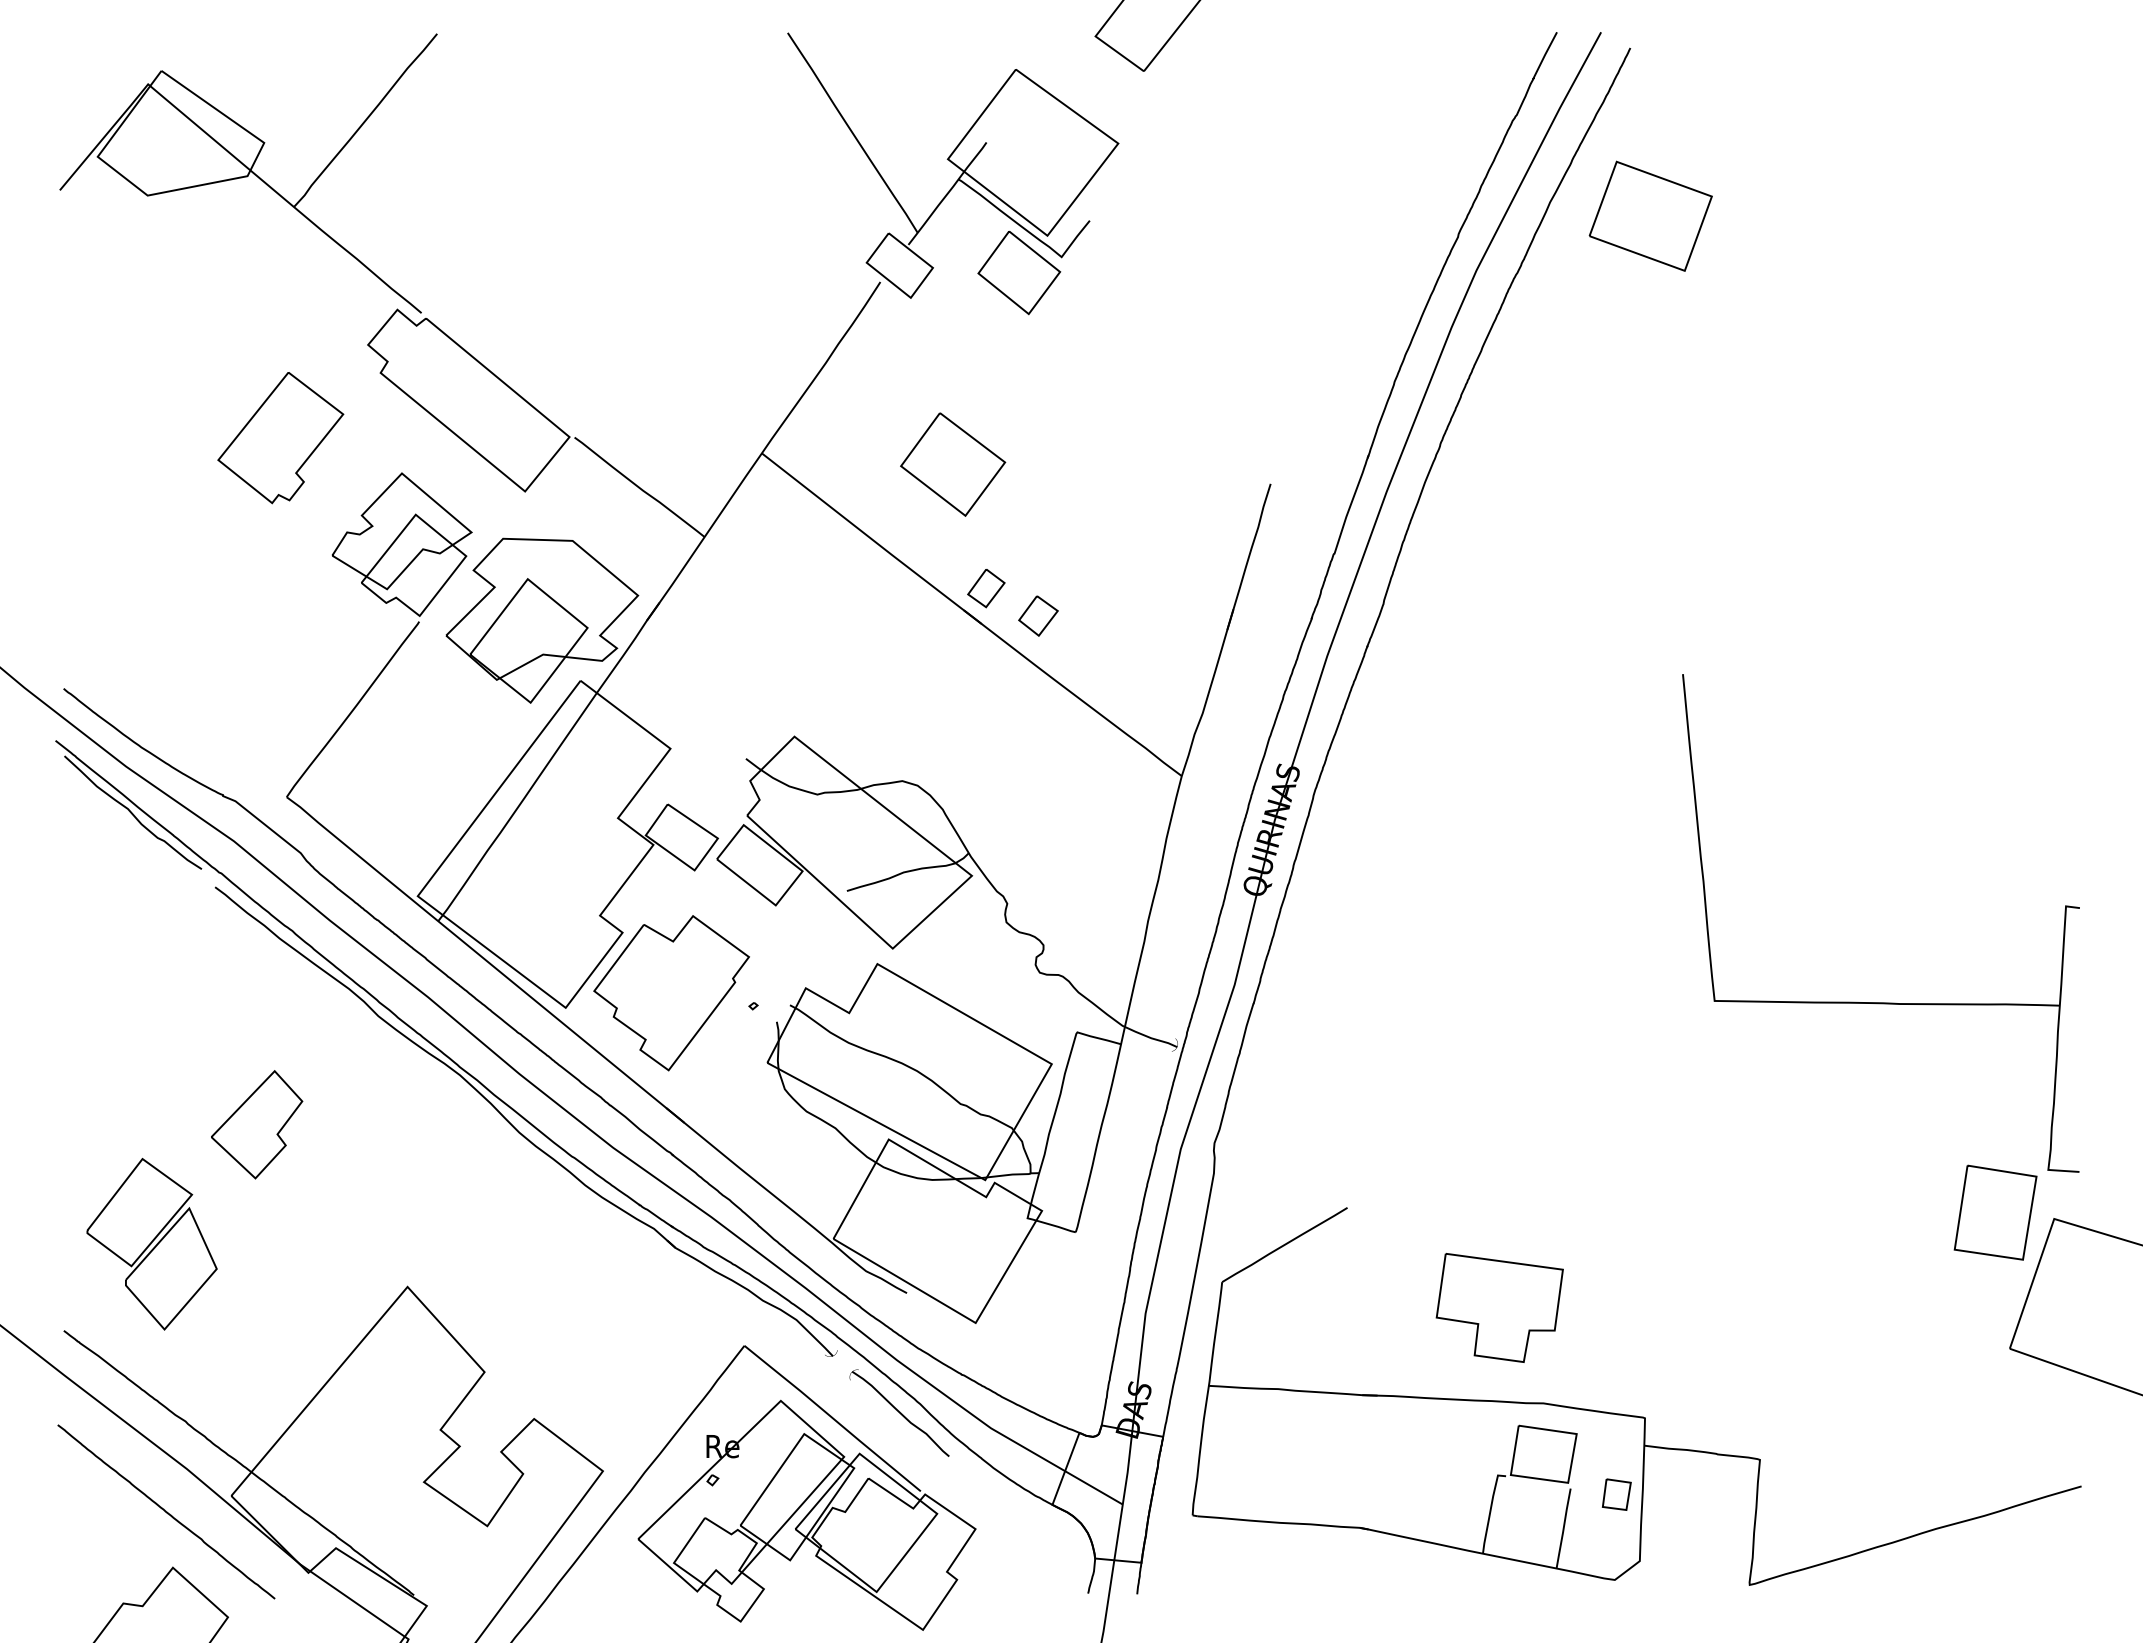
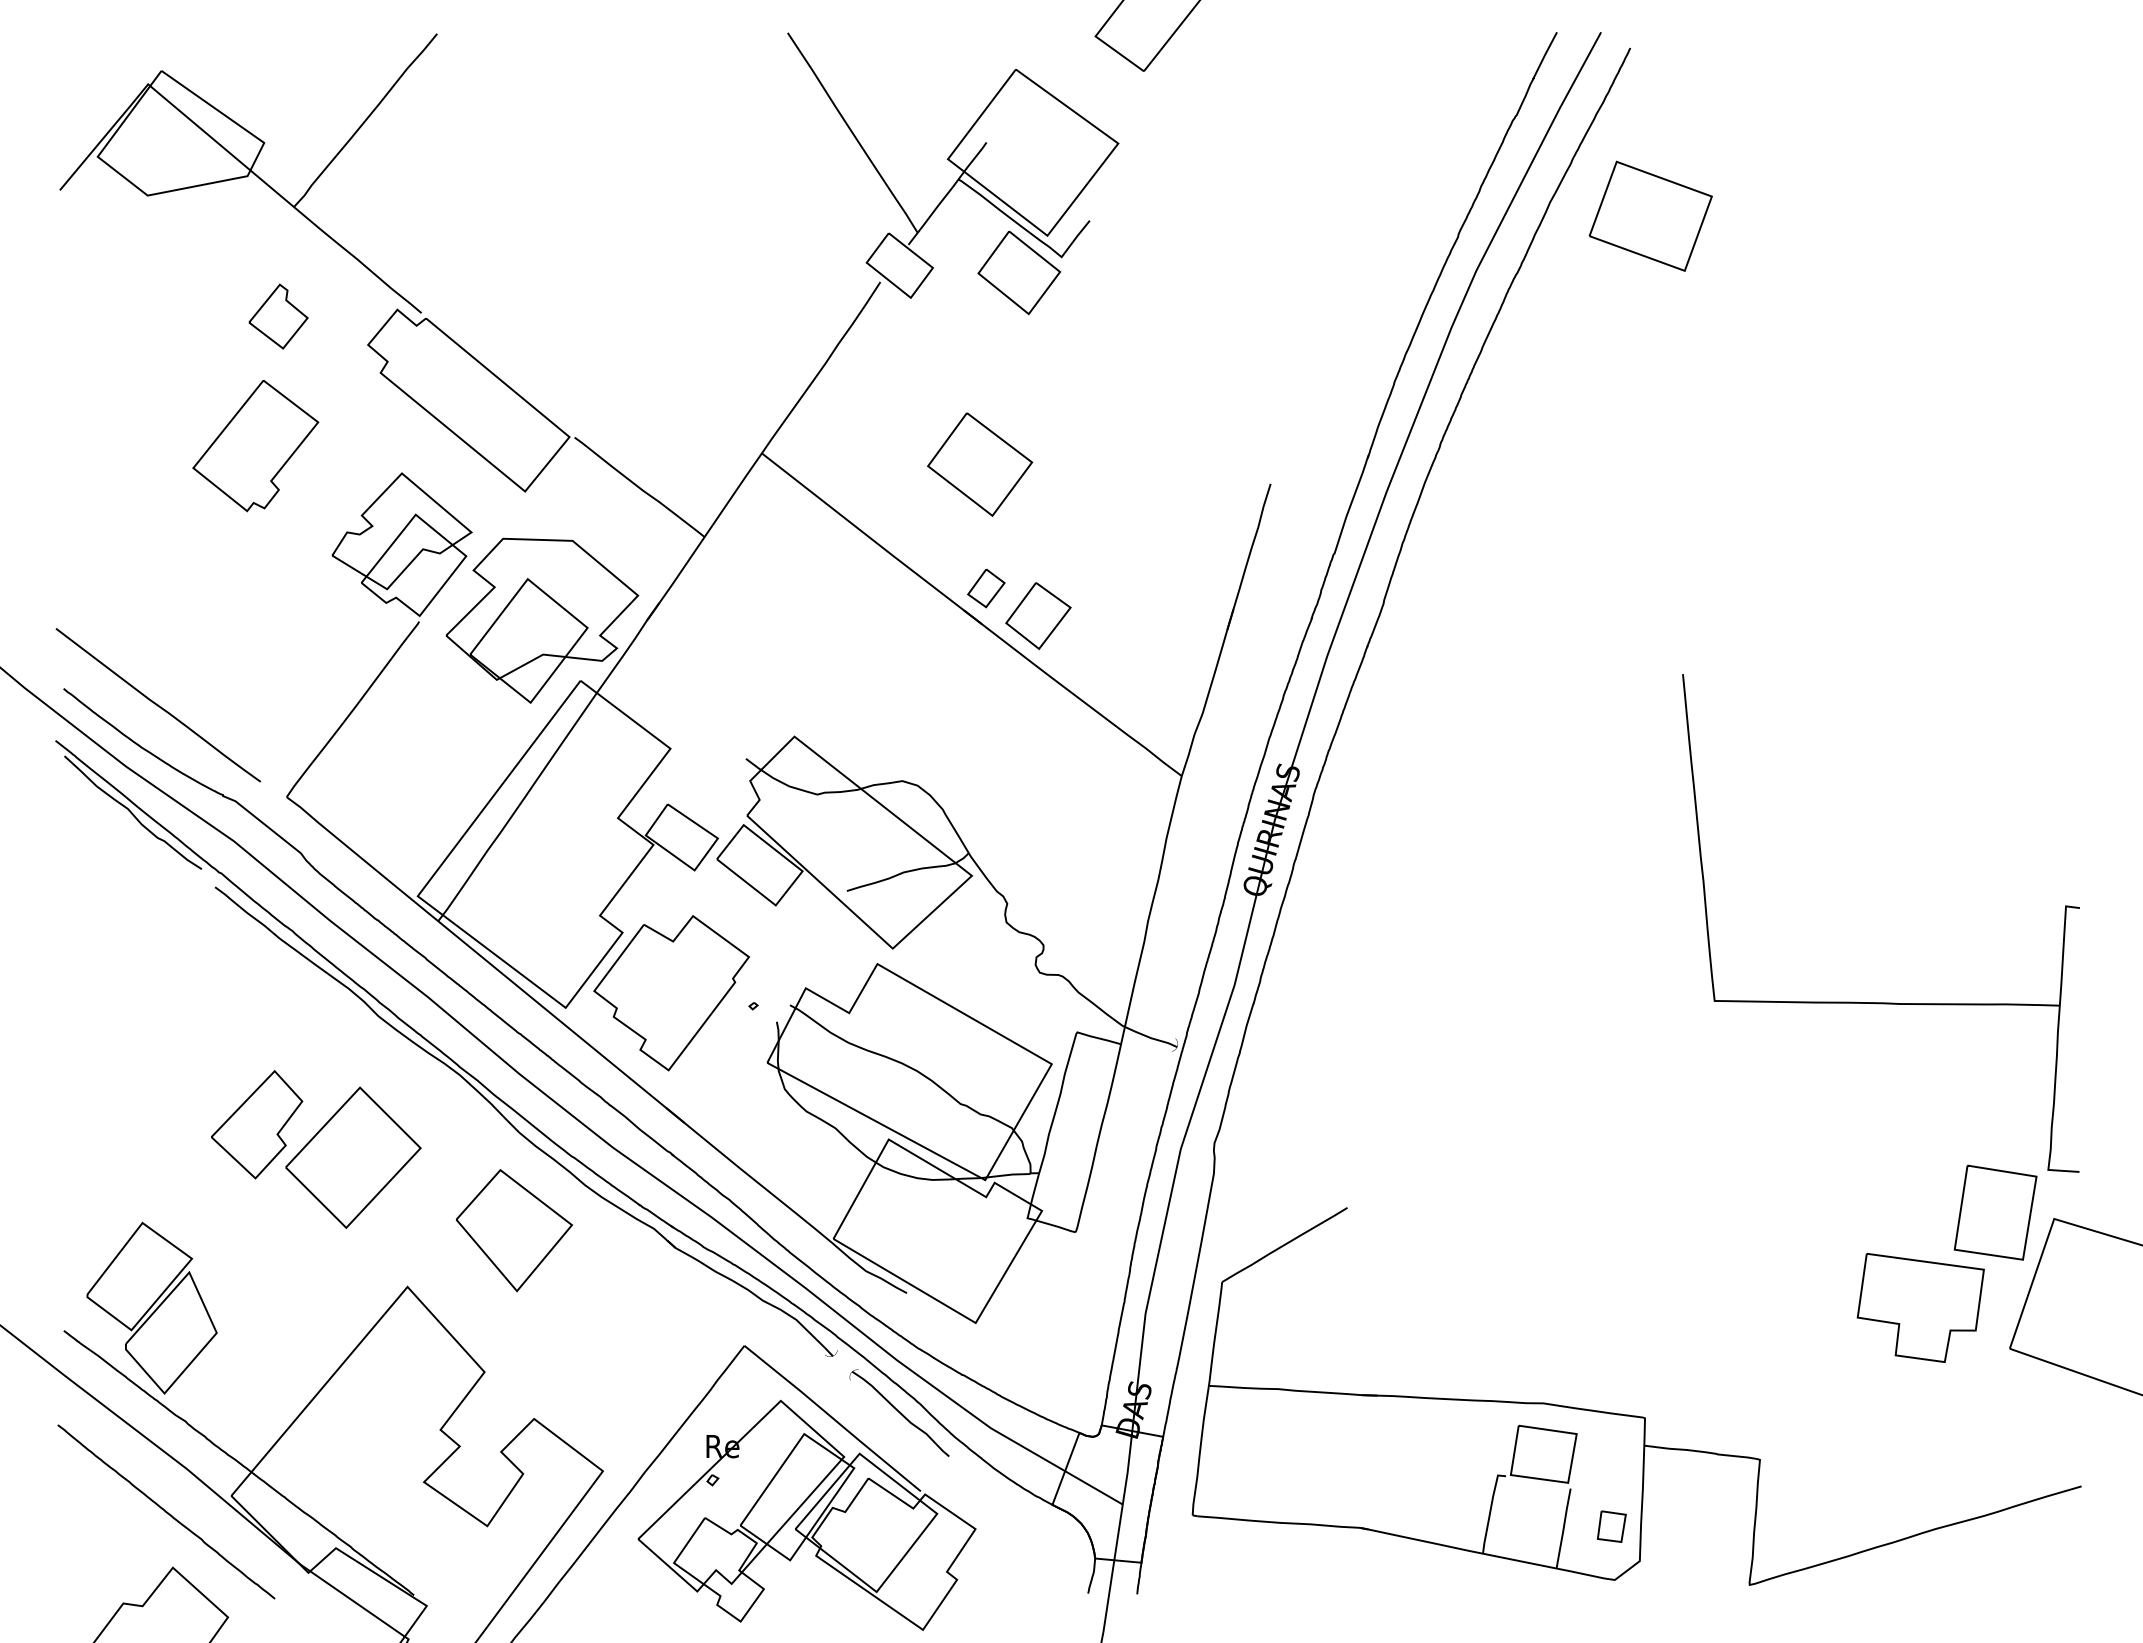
part at (278, 316): none -> present
part at (280, 438) position: (280, 438) -> (255, 446)
part at (953, 464) position: (953, 464) -> (980, 464)
part at (1038, 615) size: 41x42 px -> 67x68 px
line at (157, 705): none -> present
part at (353, 1157): none -> present
part at (514, 1230): none -> present
part at (151, 1244) position: (151, 1244) -> (151, 1308)
part at (1499, 1307) position: (1499, 1307) -> (1920, 1307)
part at (1616, 1494) position: (1616, 1494) -> (1611, 1526)
